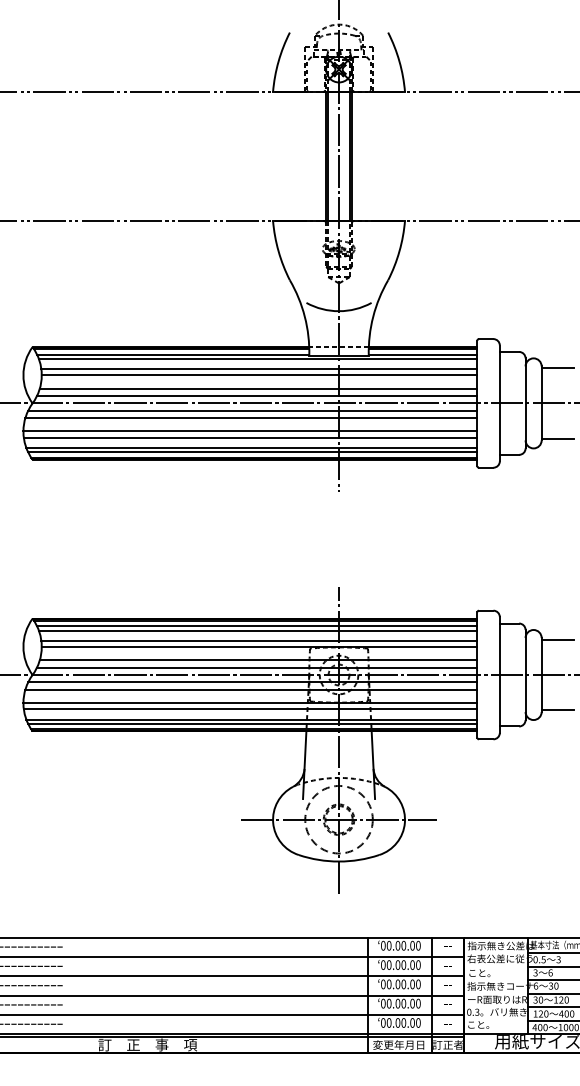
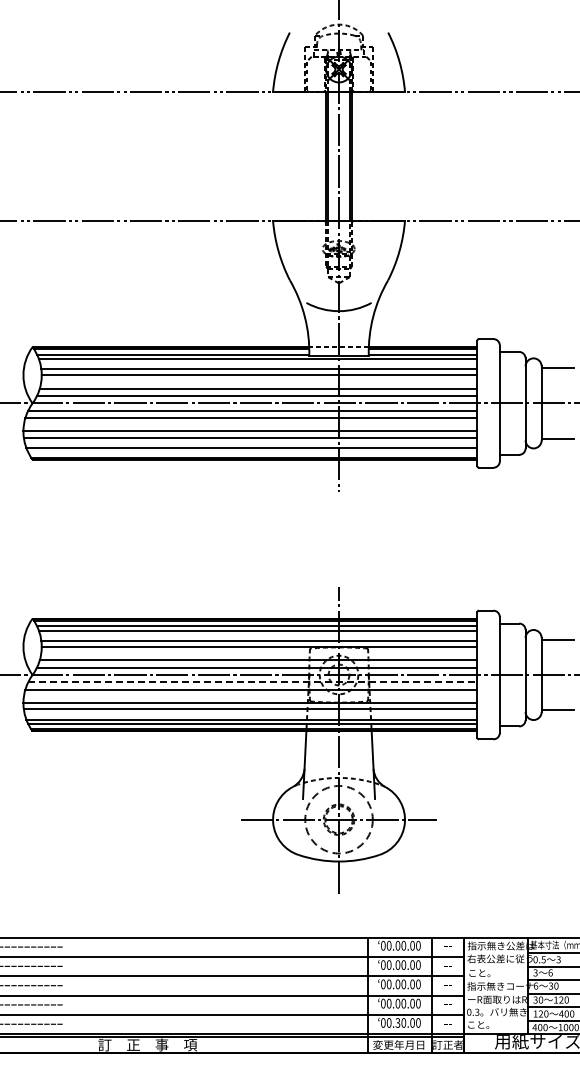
line at (252, 452): present -> none
line at (252, 682): solid -> dashed
text at (397, 1022): 00.00.00 -> 00.30.00
